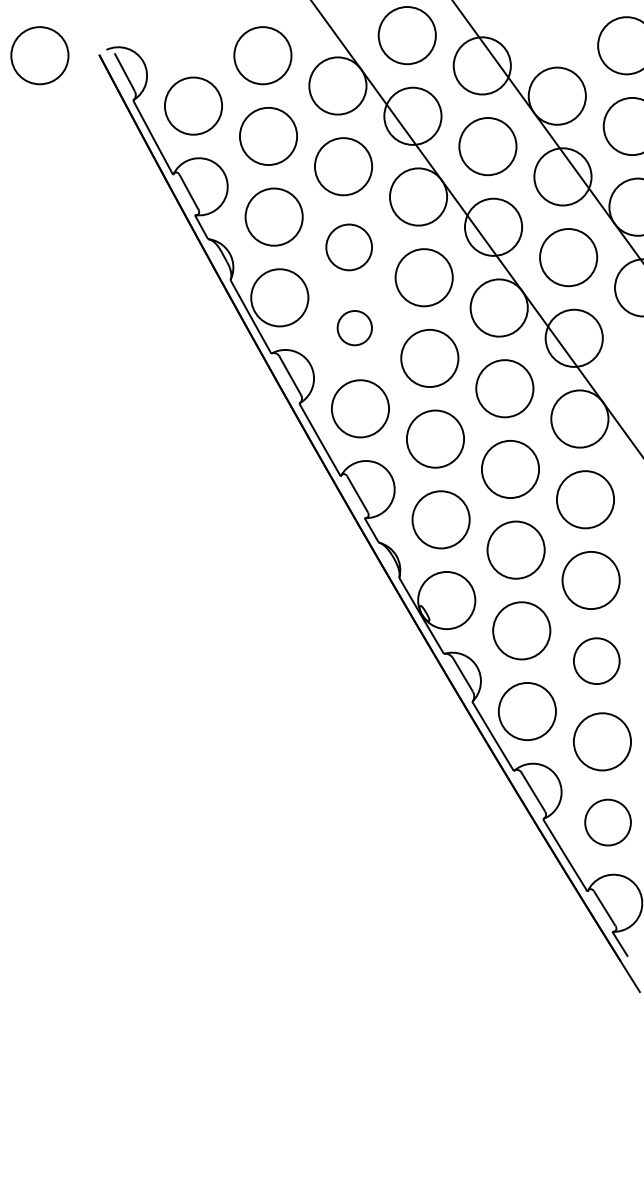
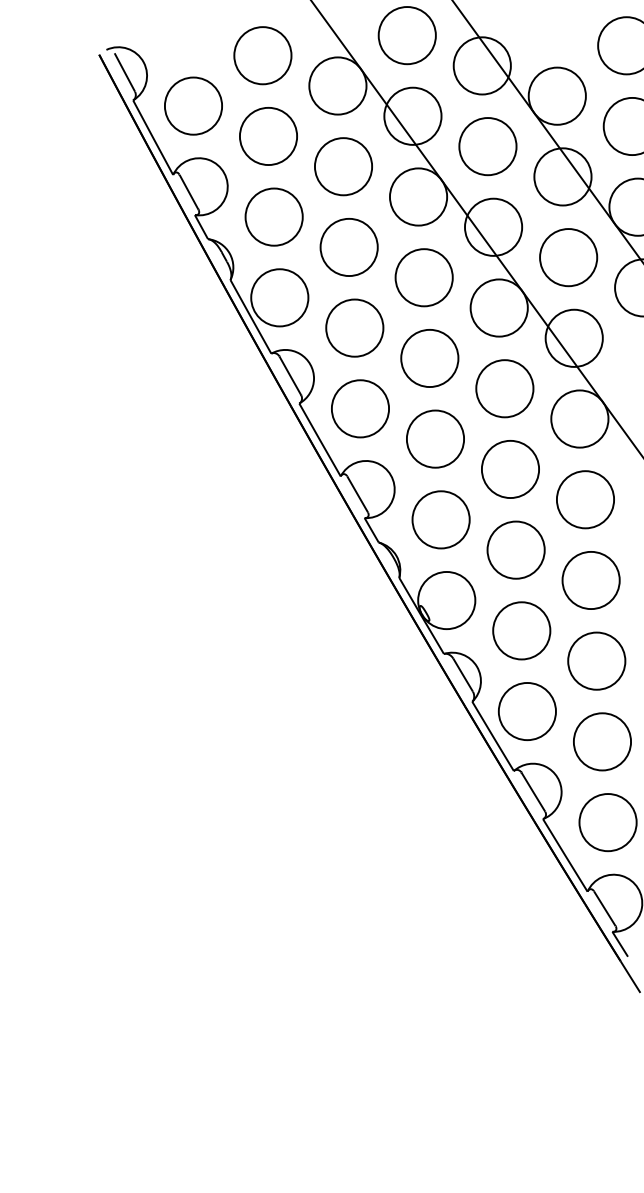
circle at (39, 55): present -> none
circle at (349, 247) diameter: 46 px -> 57 px
circle at (354, 327) diameter: 34 px -> 57 px
circle at (596, 661) diameter: 46 px -> 57 px
circle at (607, 822) diameter: 46 px -> 57 px
